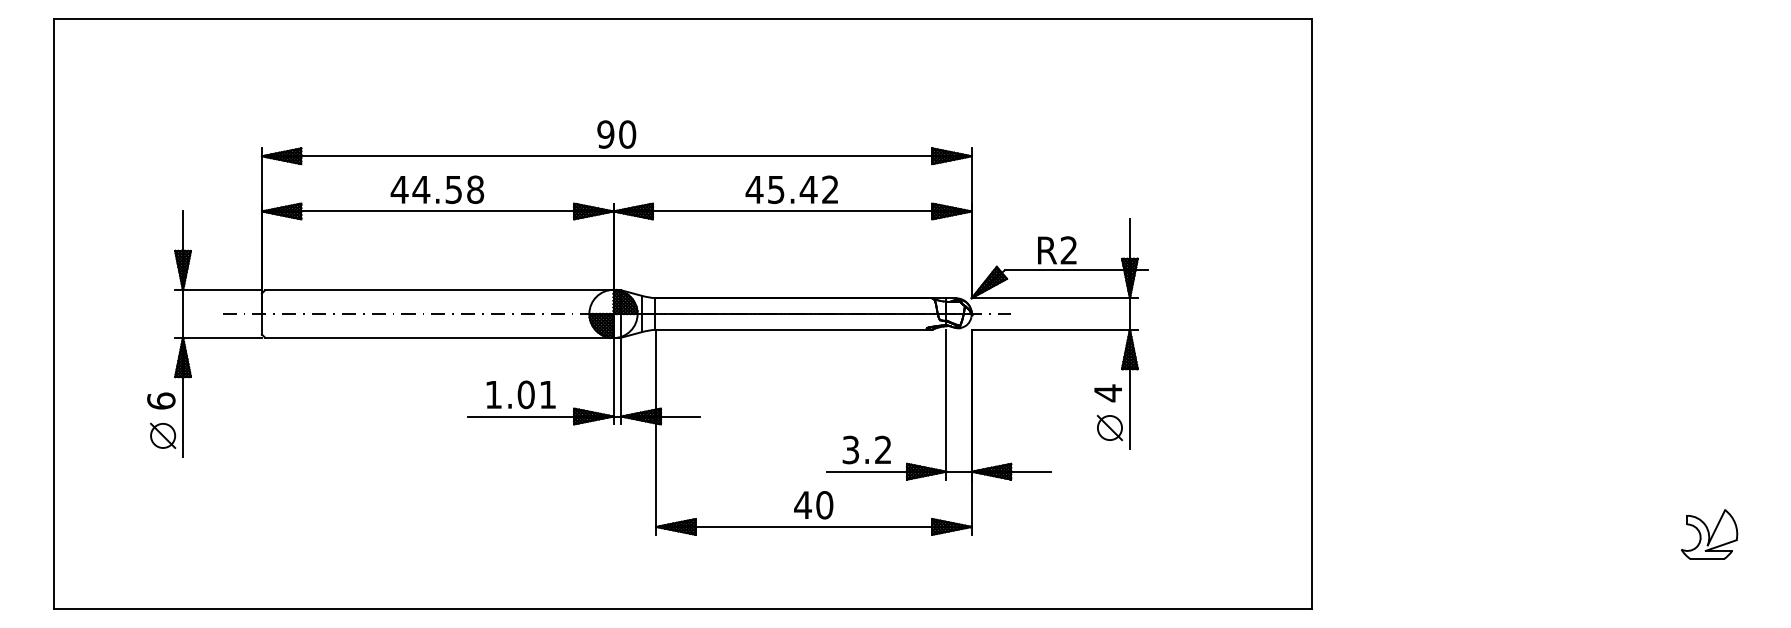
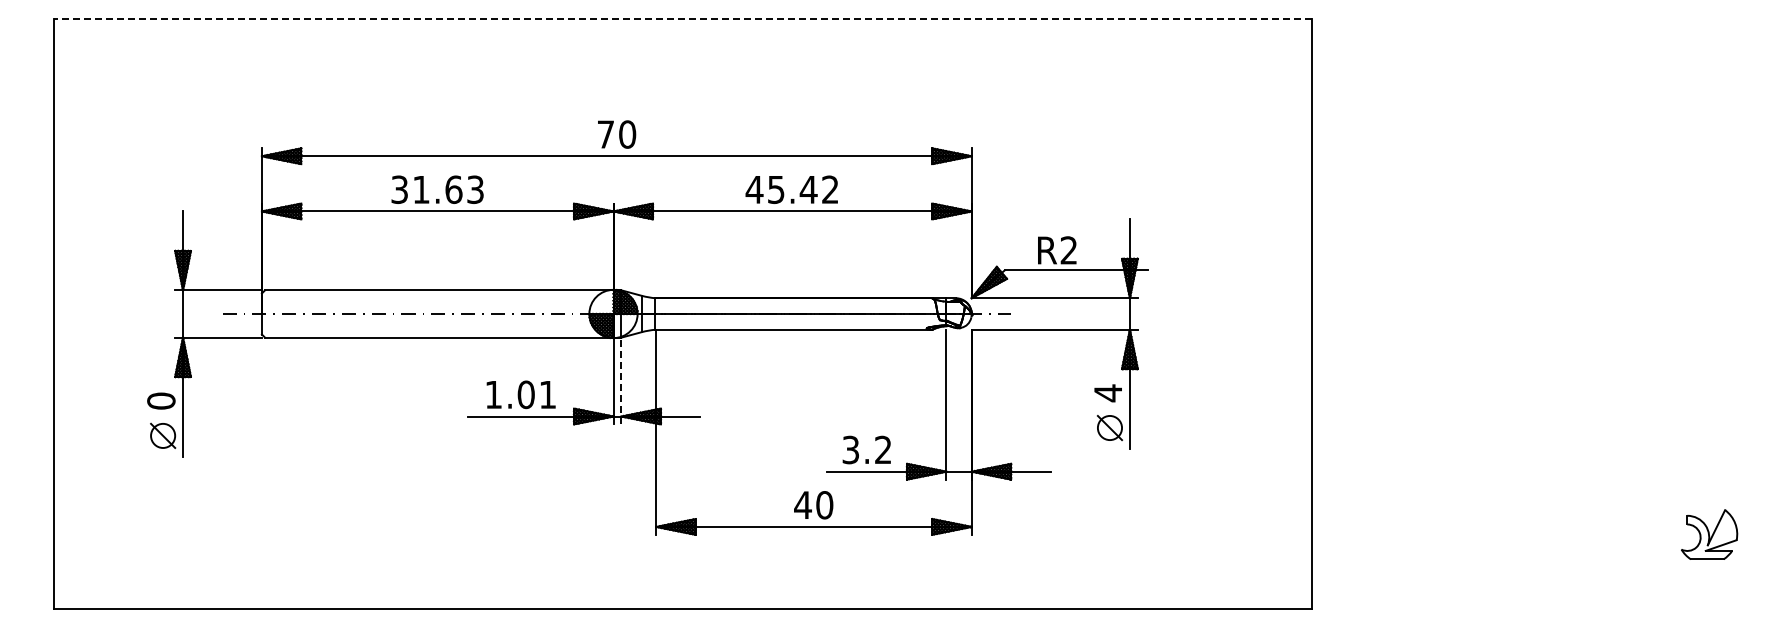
line at (682, 19): solid -> dashed
text at (605, 134): 90 -> 70
text at (437, 189): 44.58 -> 31.63
line at (621, 380): solid -> dashed
text at (161, 400): 6 -> 0
